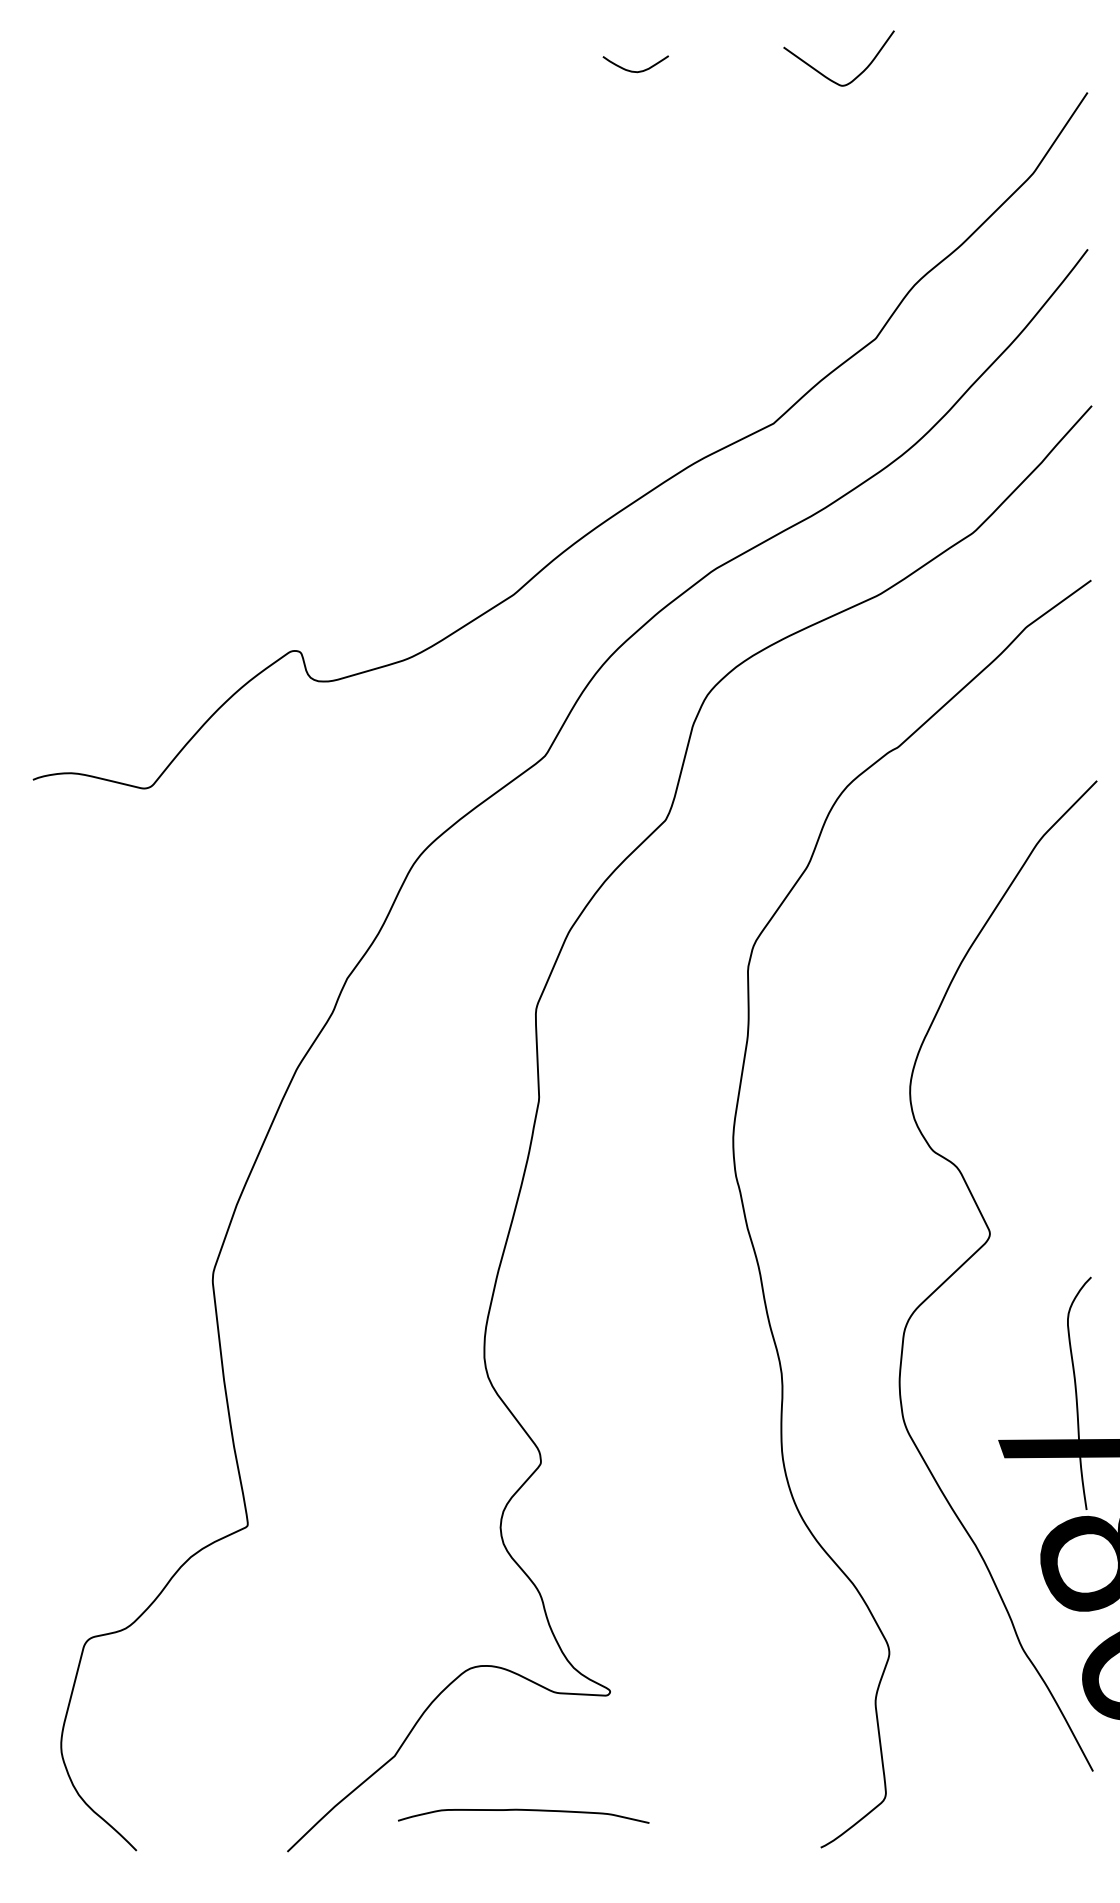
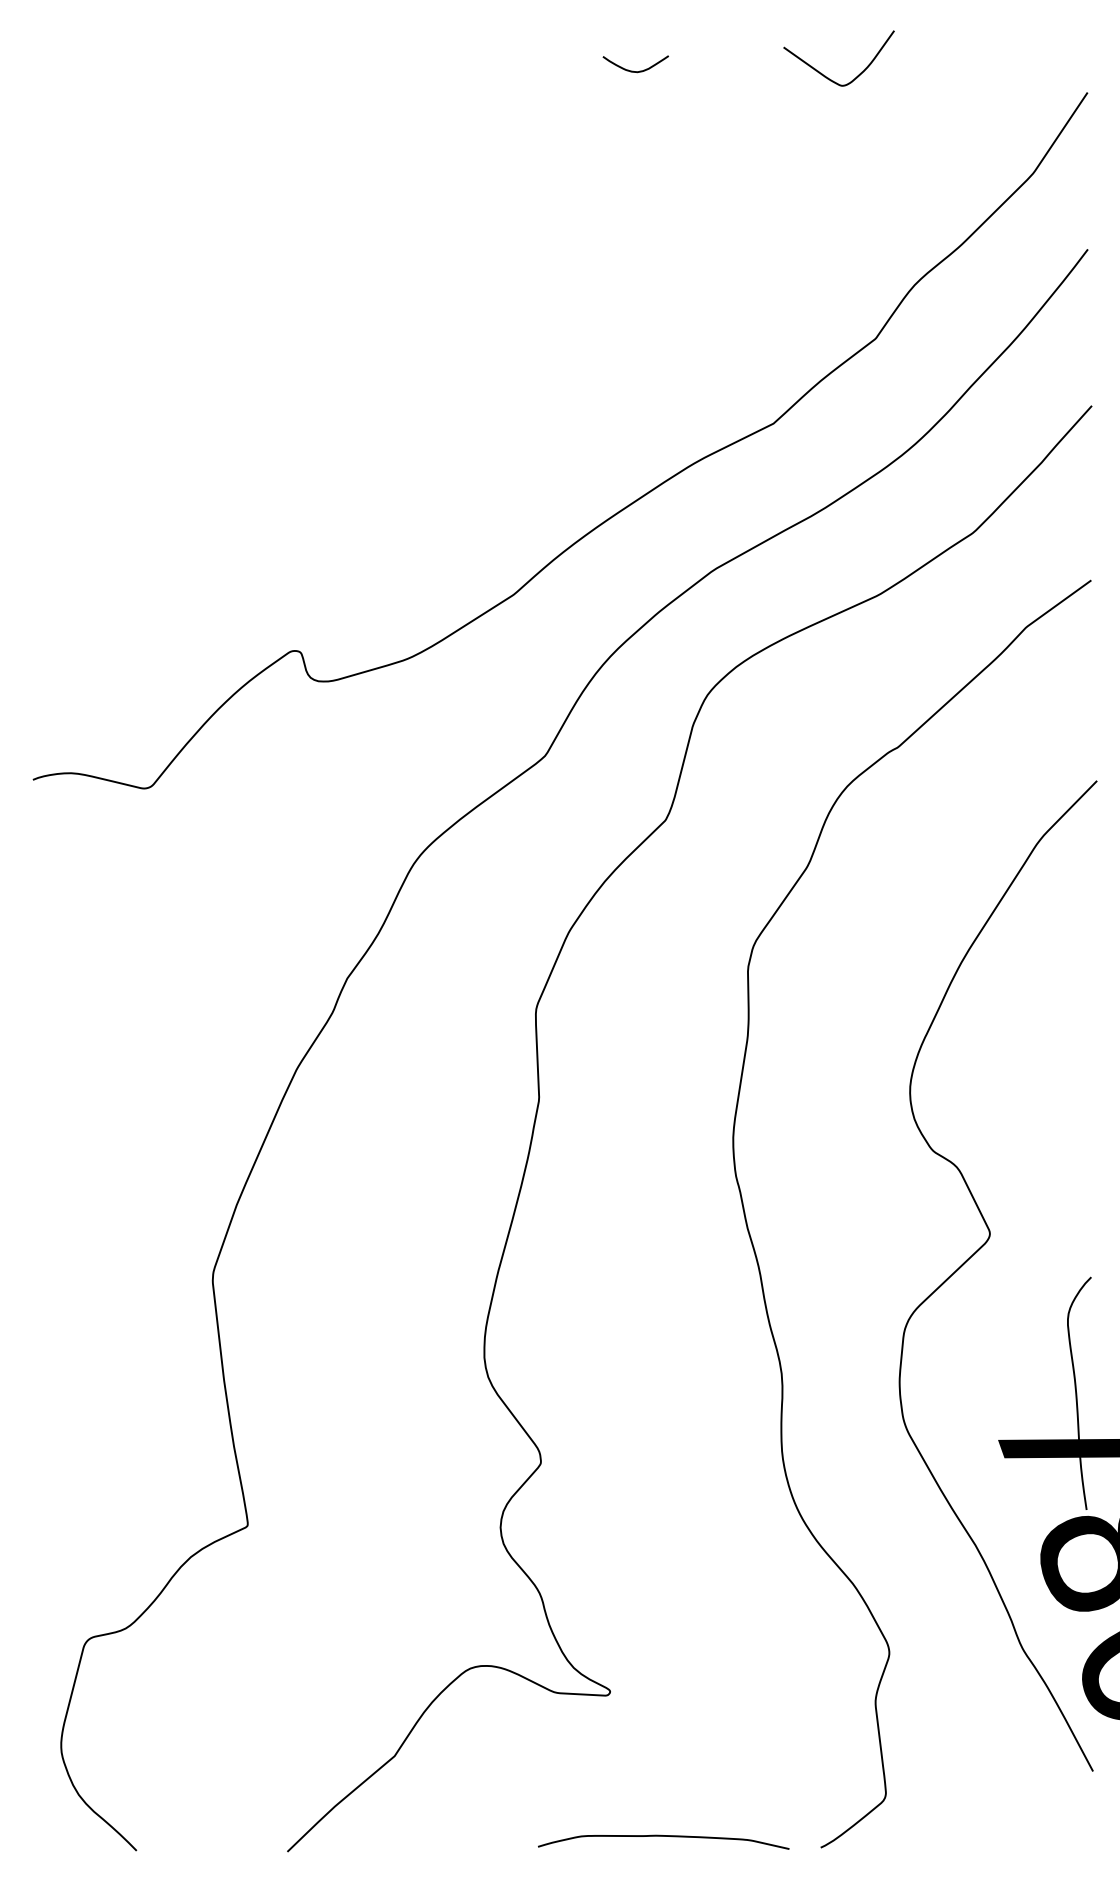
curve at (523, 1810) position: (523, 1810) -> (663, 1836)
